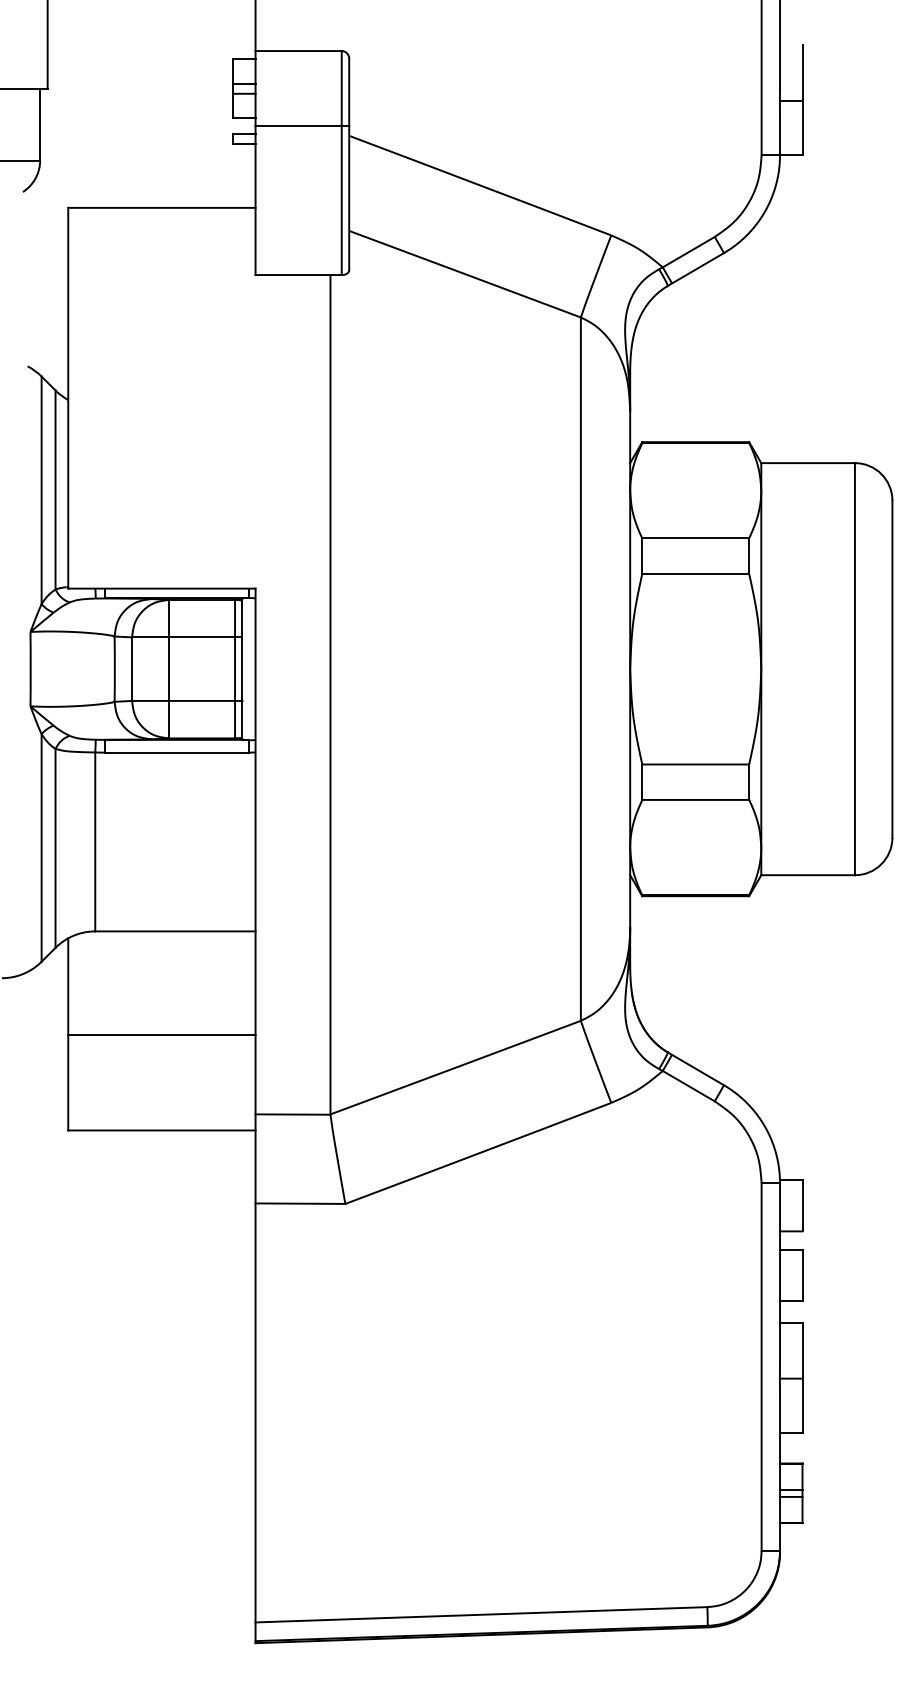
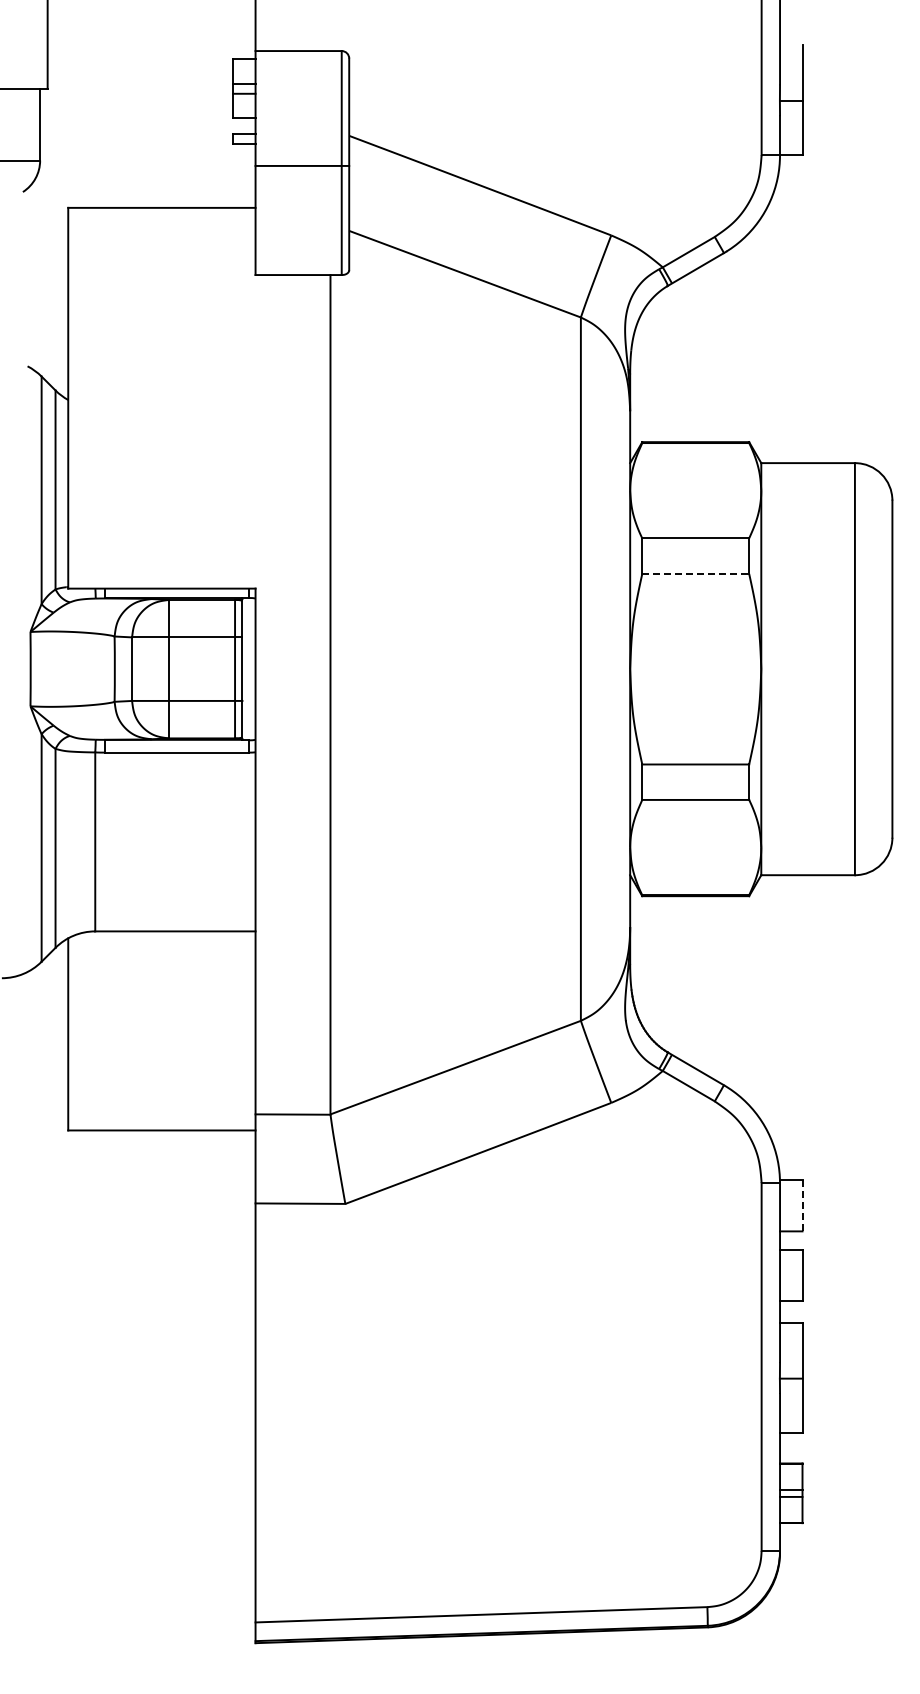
line at (302, 125) position: (302, 125) -> (302, 165)
line at (696, 573): solid -> dashed
line at (161, 1035): present -> none
line at (802, 1205): solid -> dashed
